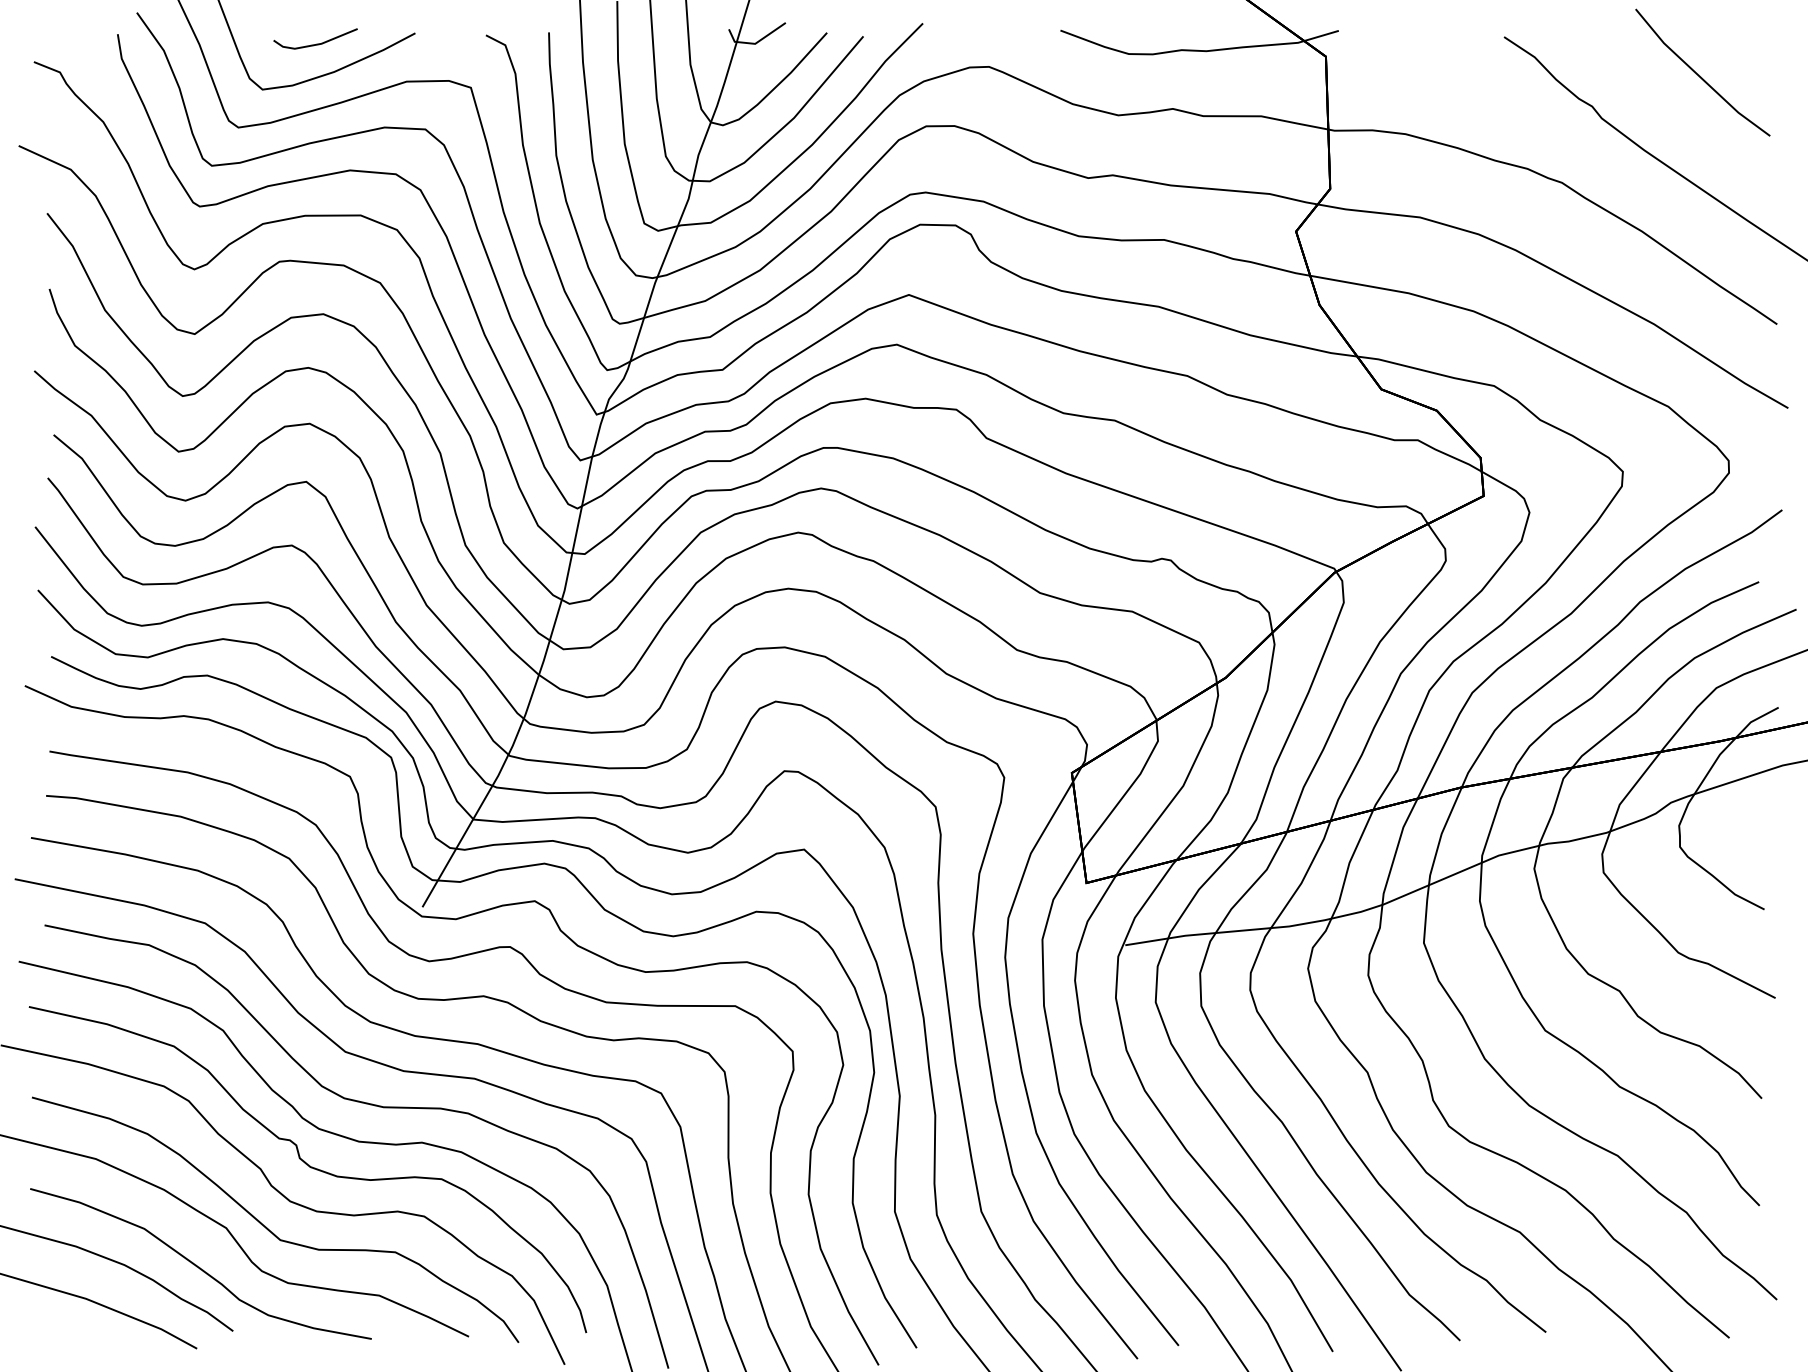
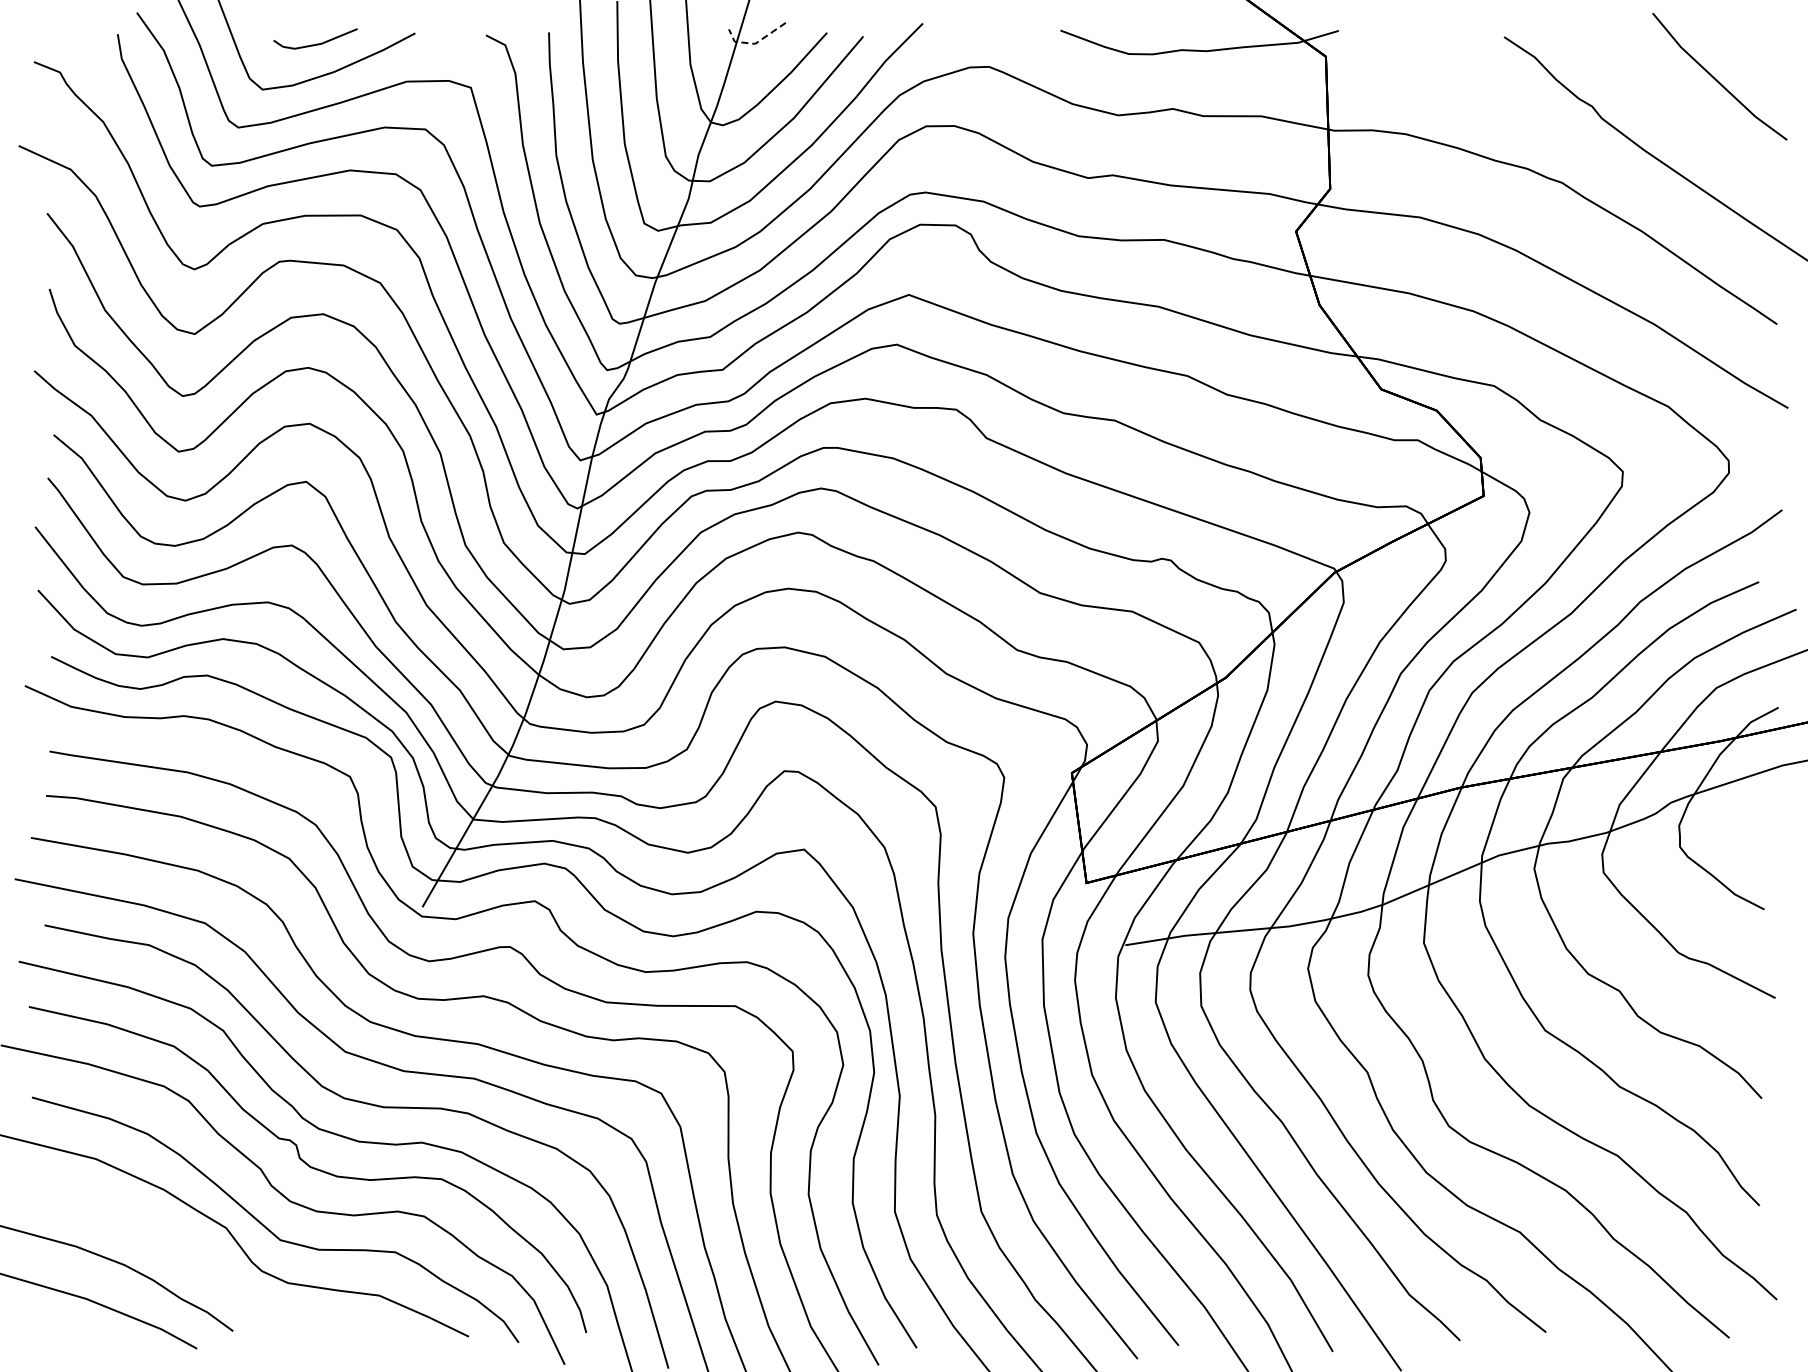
line at (755, 43): solid -> dashed
line at (1700, 75) position: (1700, 75) -> (1717, 79)
curve at (199, 1266): present -> none
